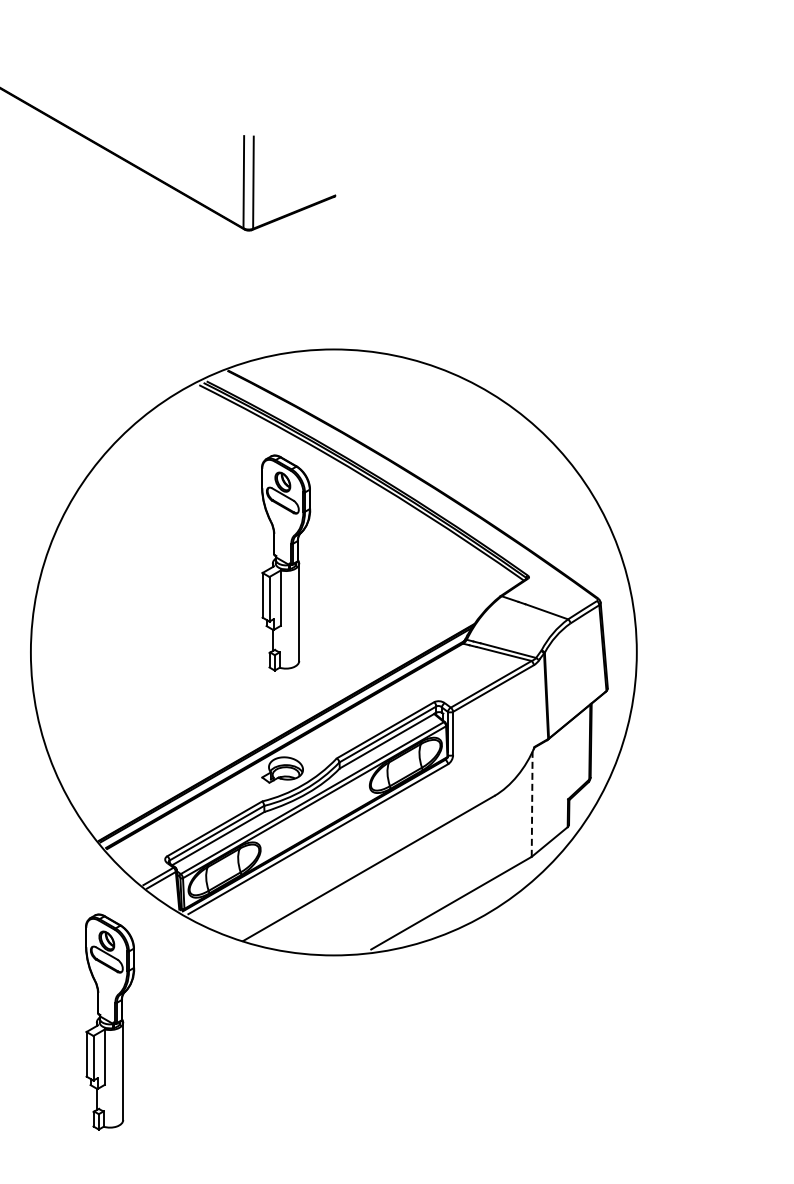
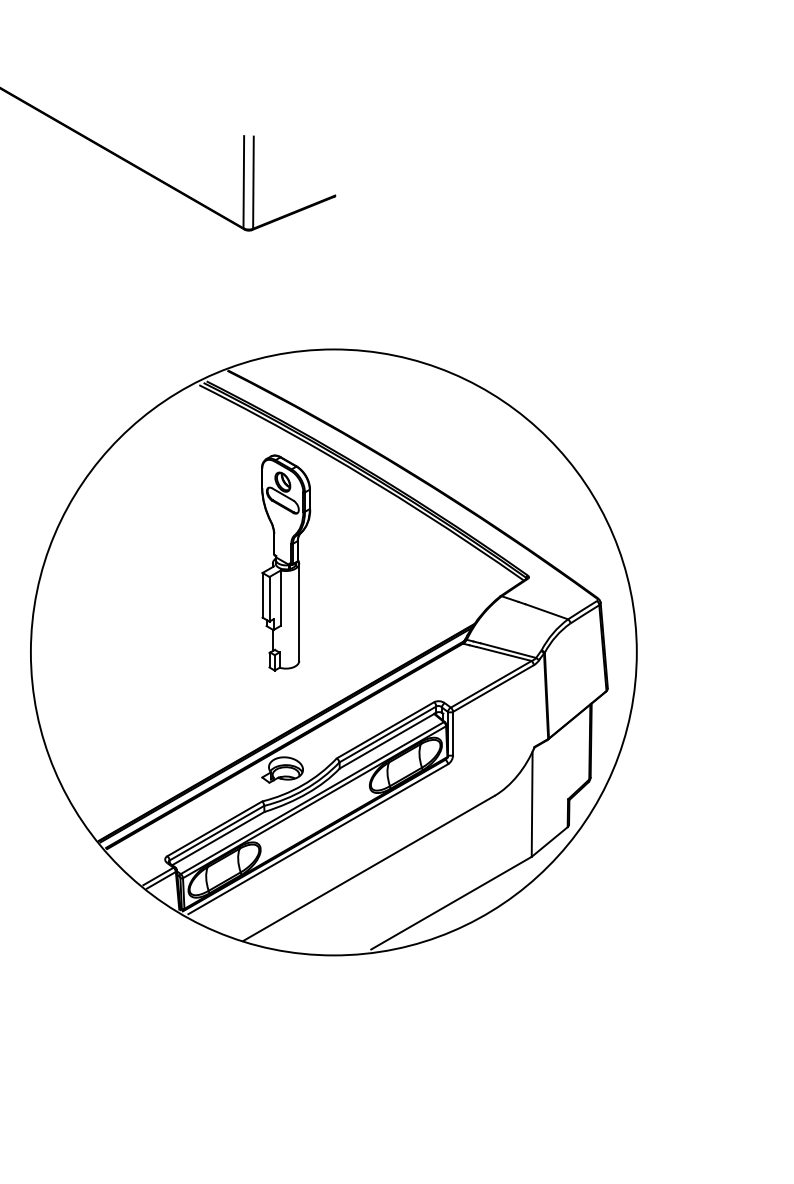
line at (532, 804): dashed -> solid
part at (110, 1021): present -> none
